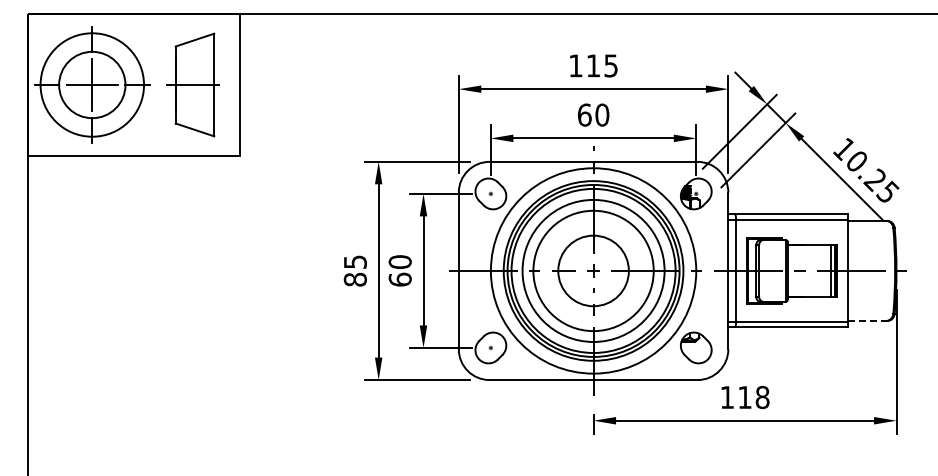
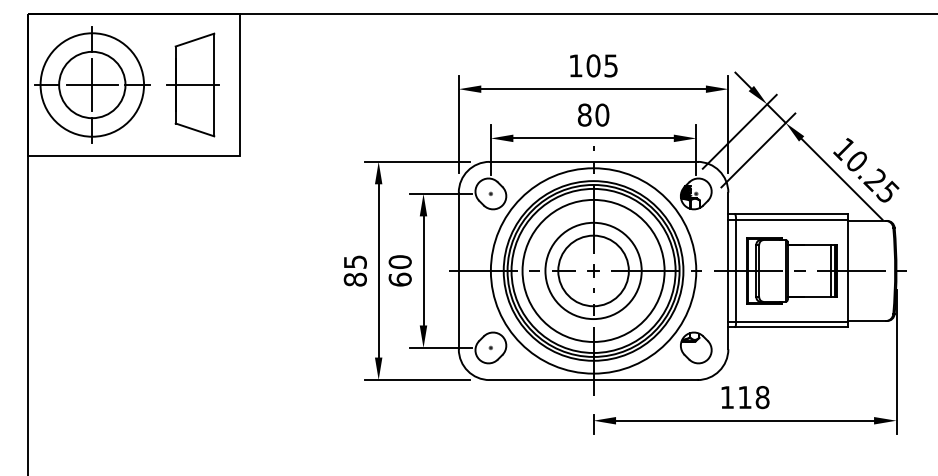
text at (593, 65): 115 -> 105
text at (584, 114): 60 -> 80
circle at (593, 270) diameter: 120 px -> 96 px
line at (867, 321): dashed -> solid
